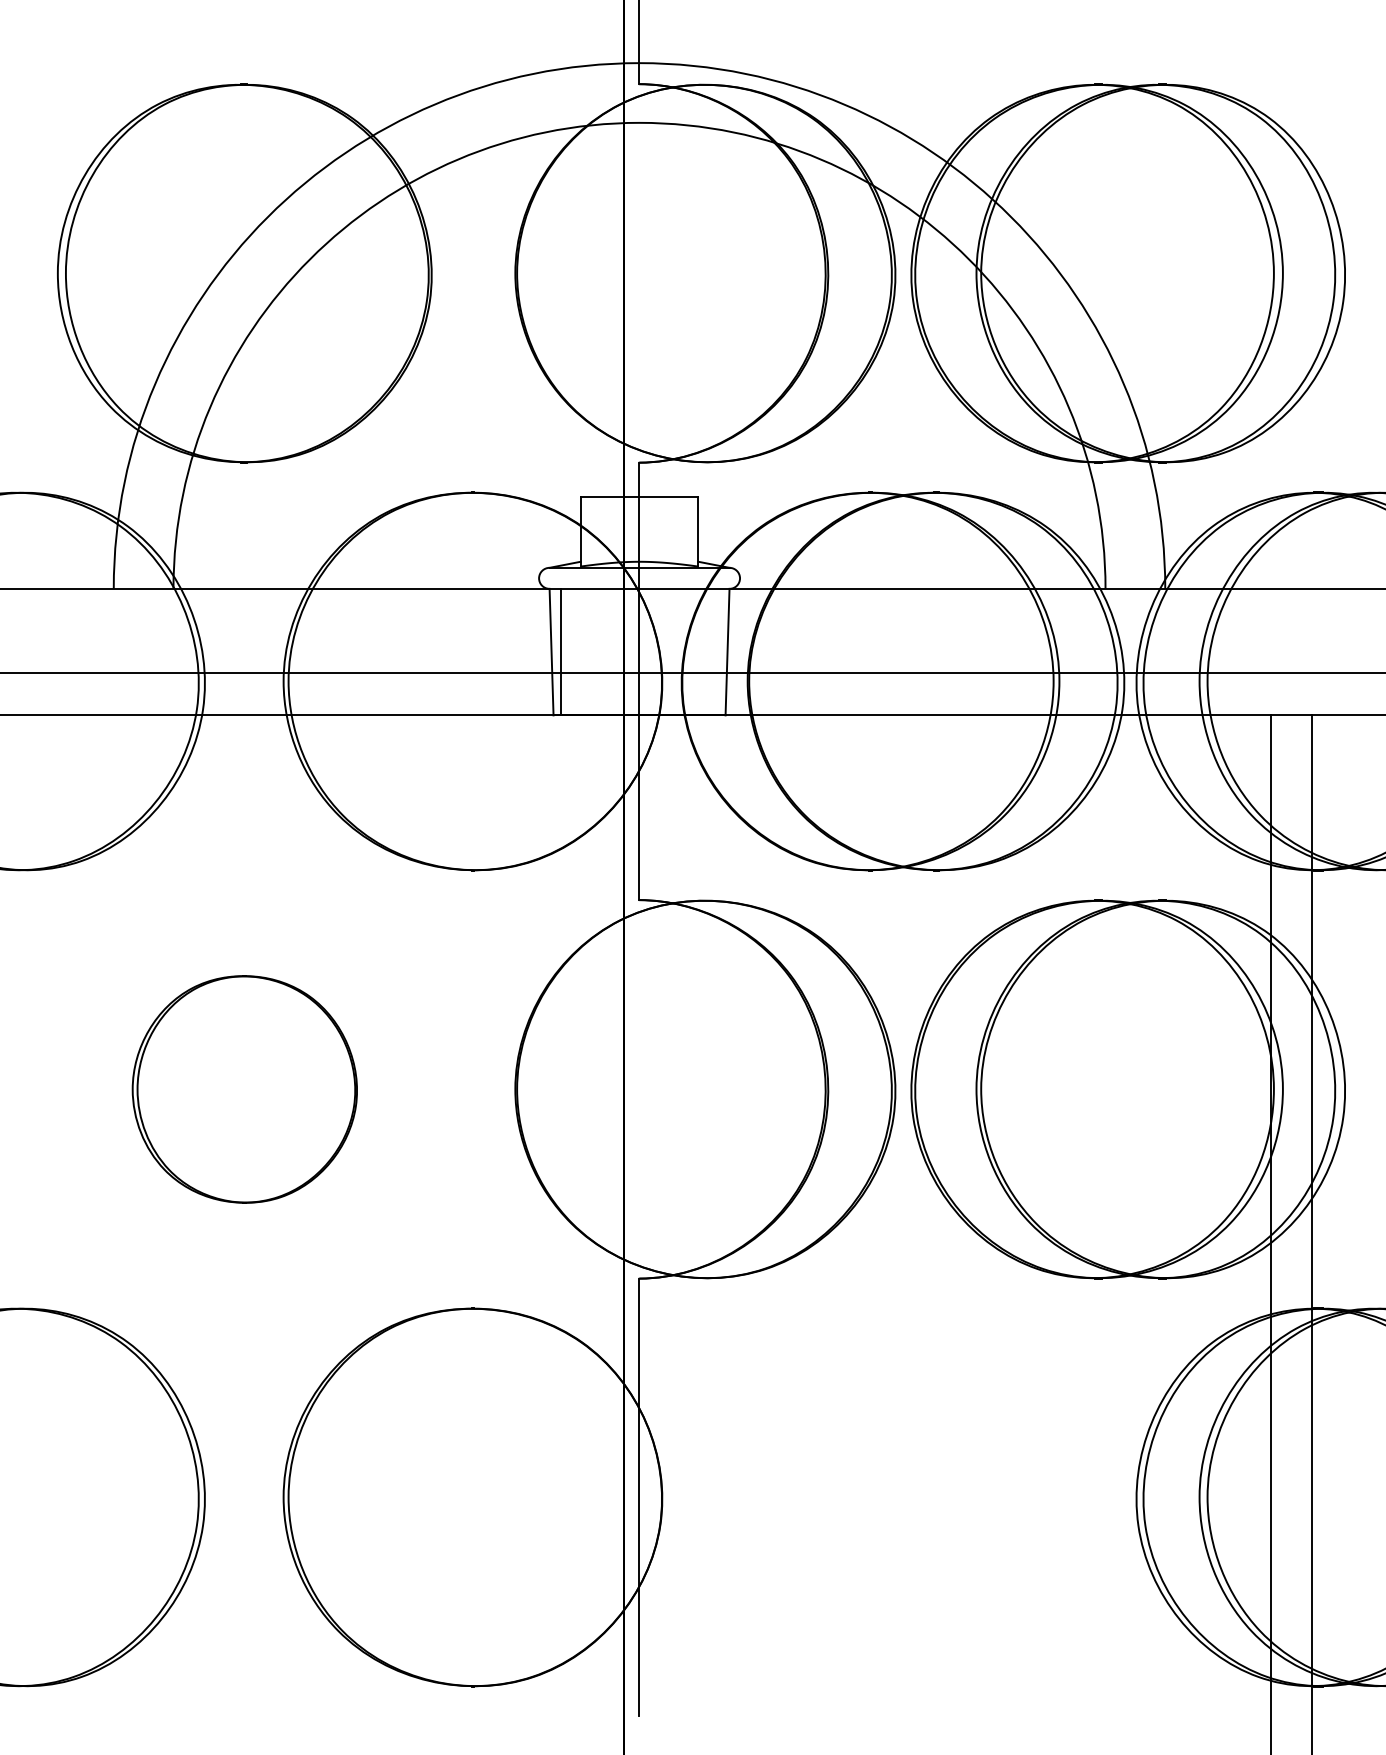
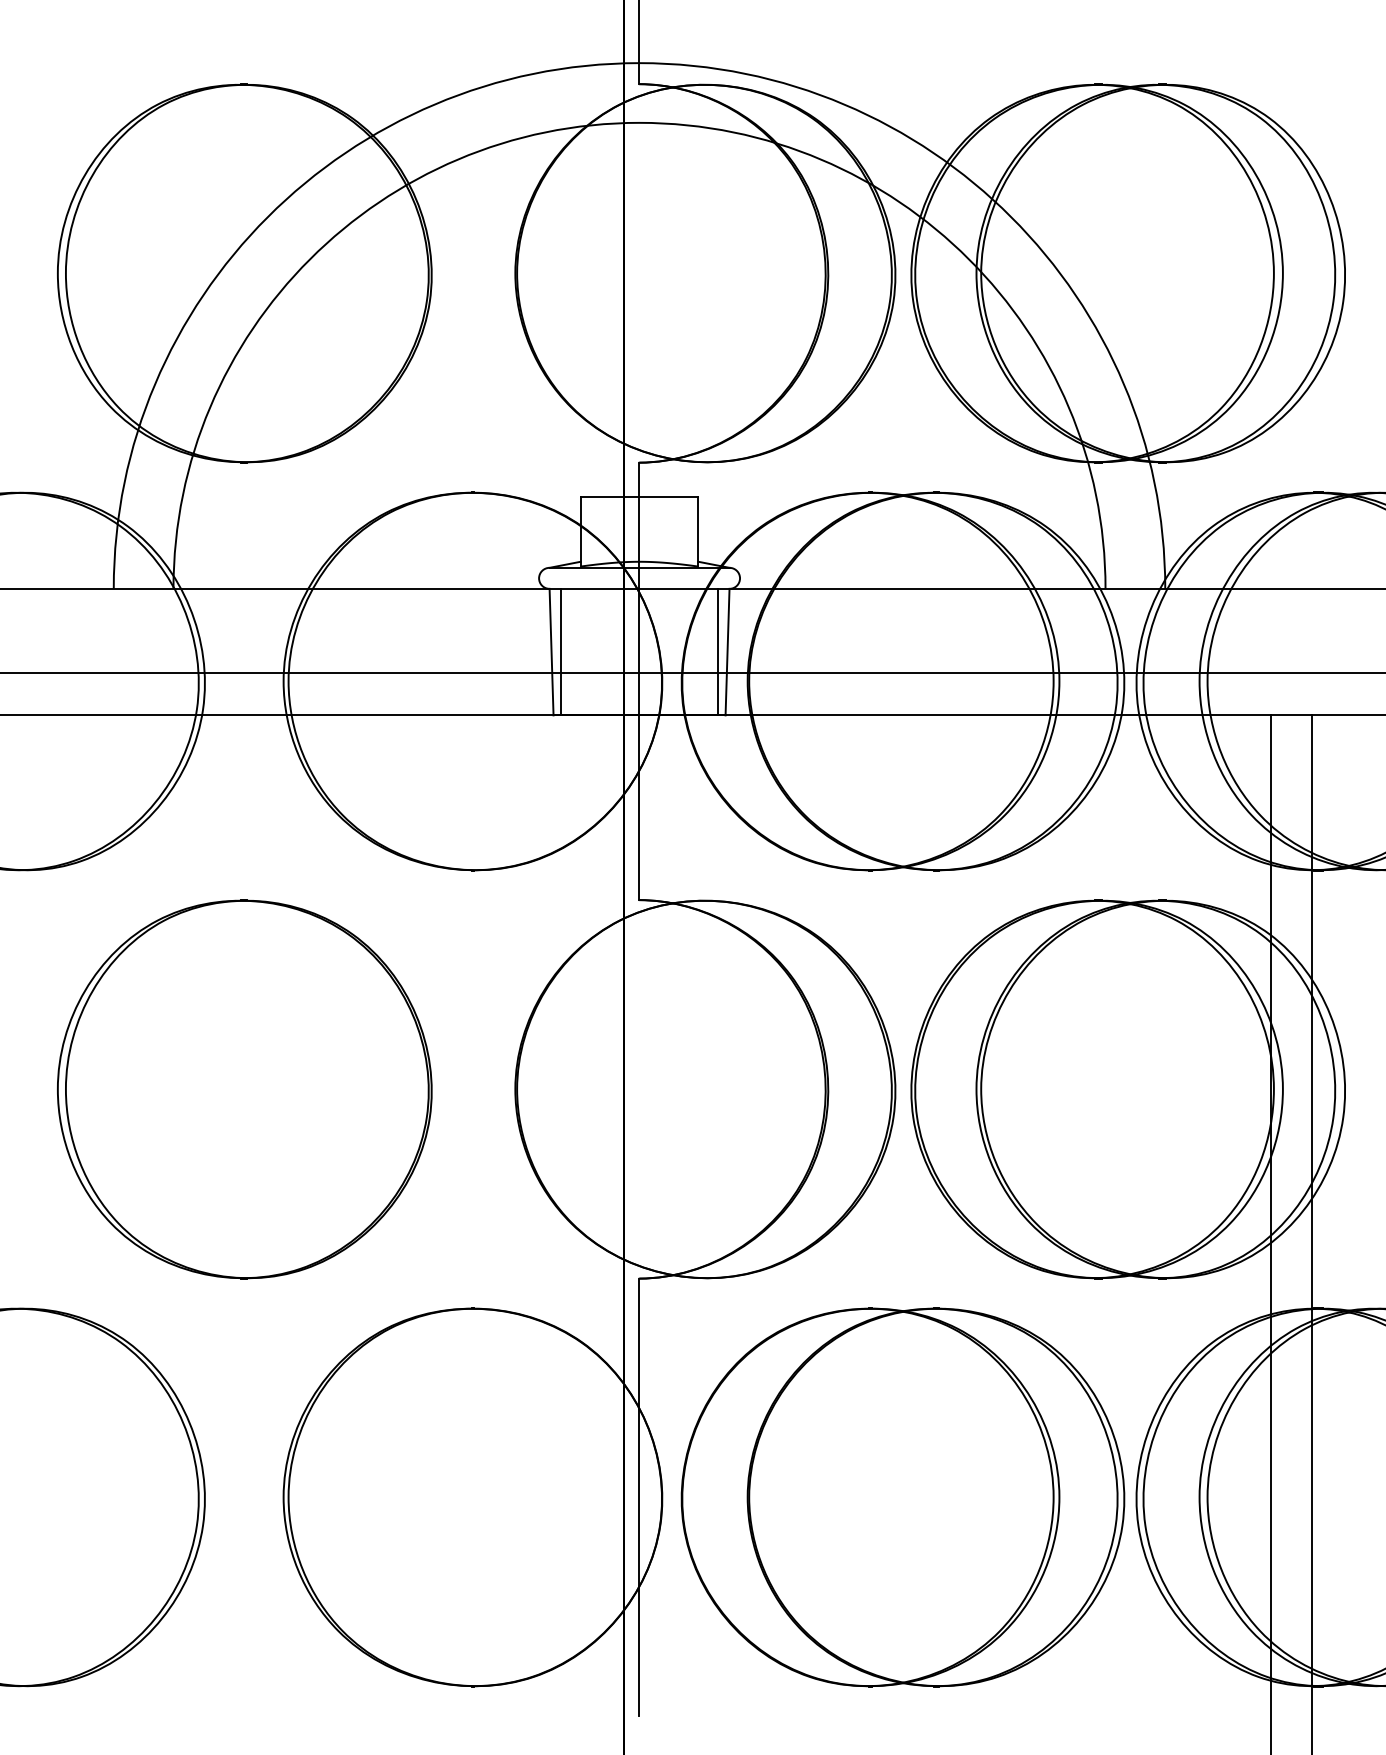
line at (717, 651): none -> present
part at (244, 1089) size: 227x229 px -> 376x381 px
part at (902, 1497): none -> present
